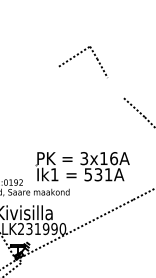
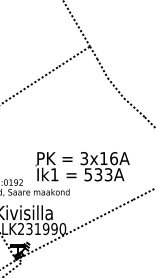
line at (77, 24): none -> present
line at (30, 84): none -> present
line at (115, 87): none -> present
text at (108, 174): 531A -> 533A
